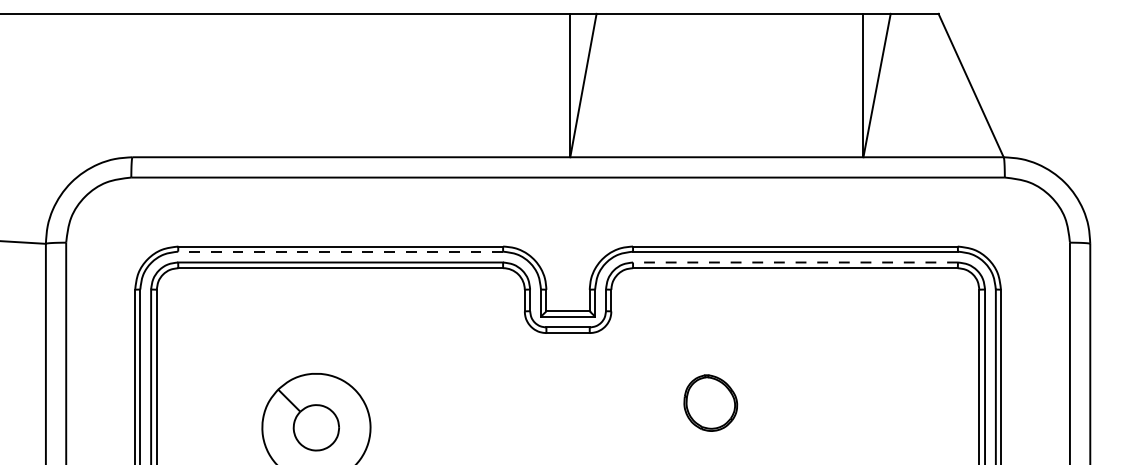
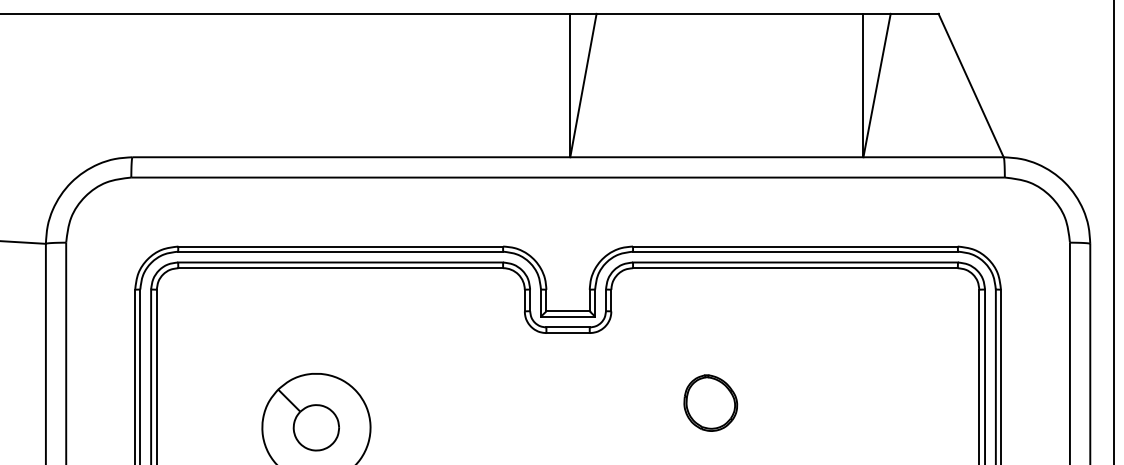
line at (1114, 231): none -> present
line at (340, 251): dashed -> solid
line at (795, 262): dashed -> solid
